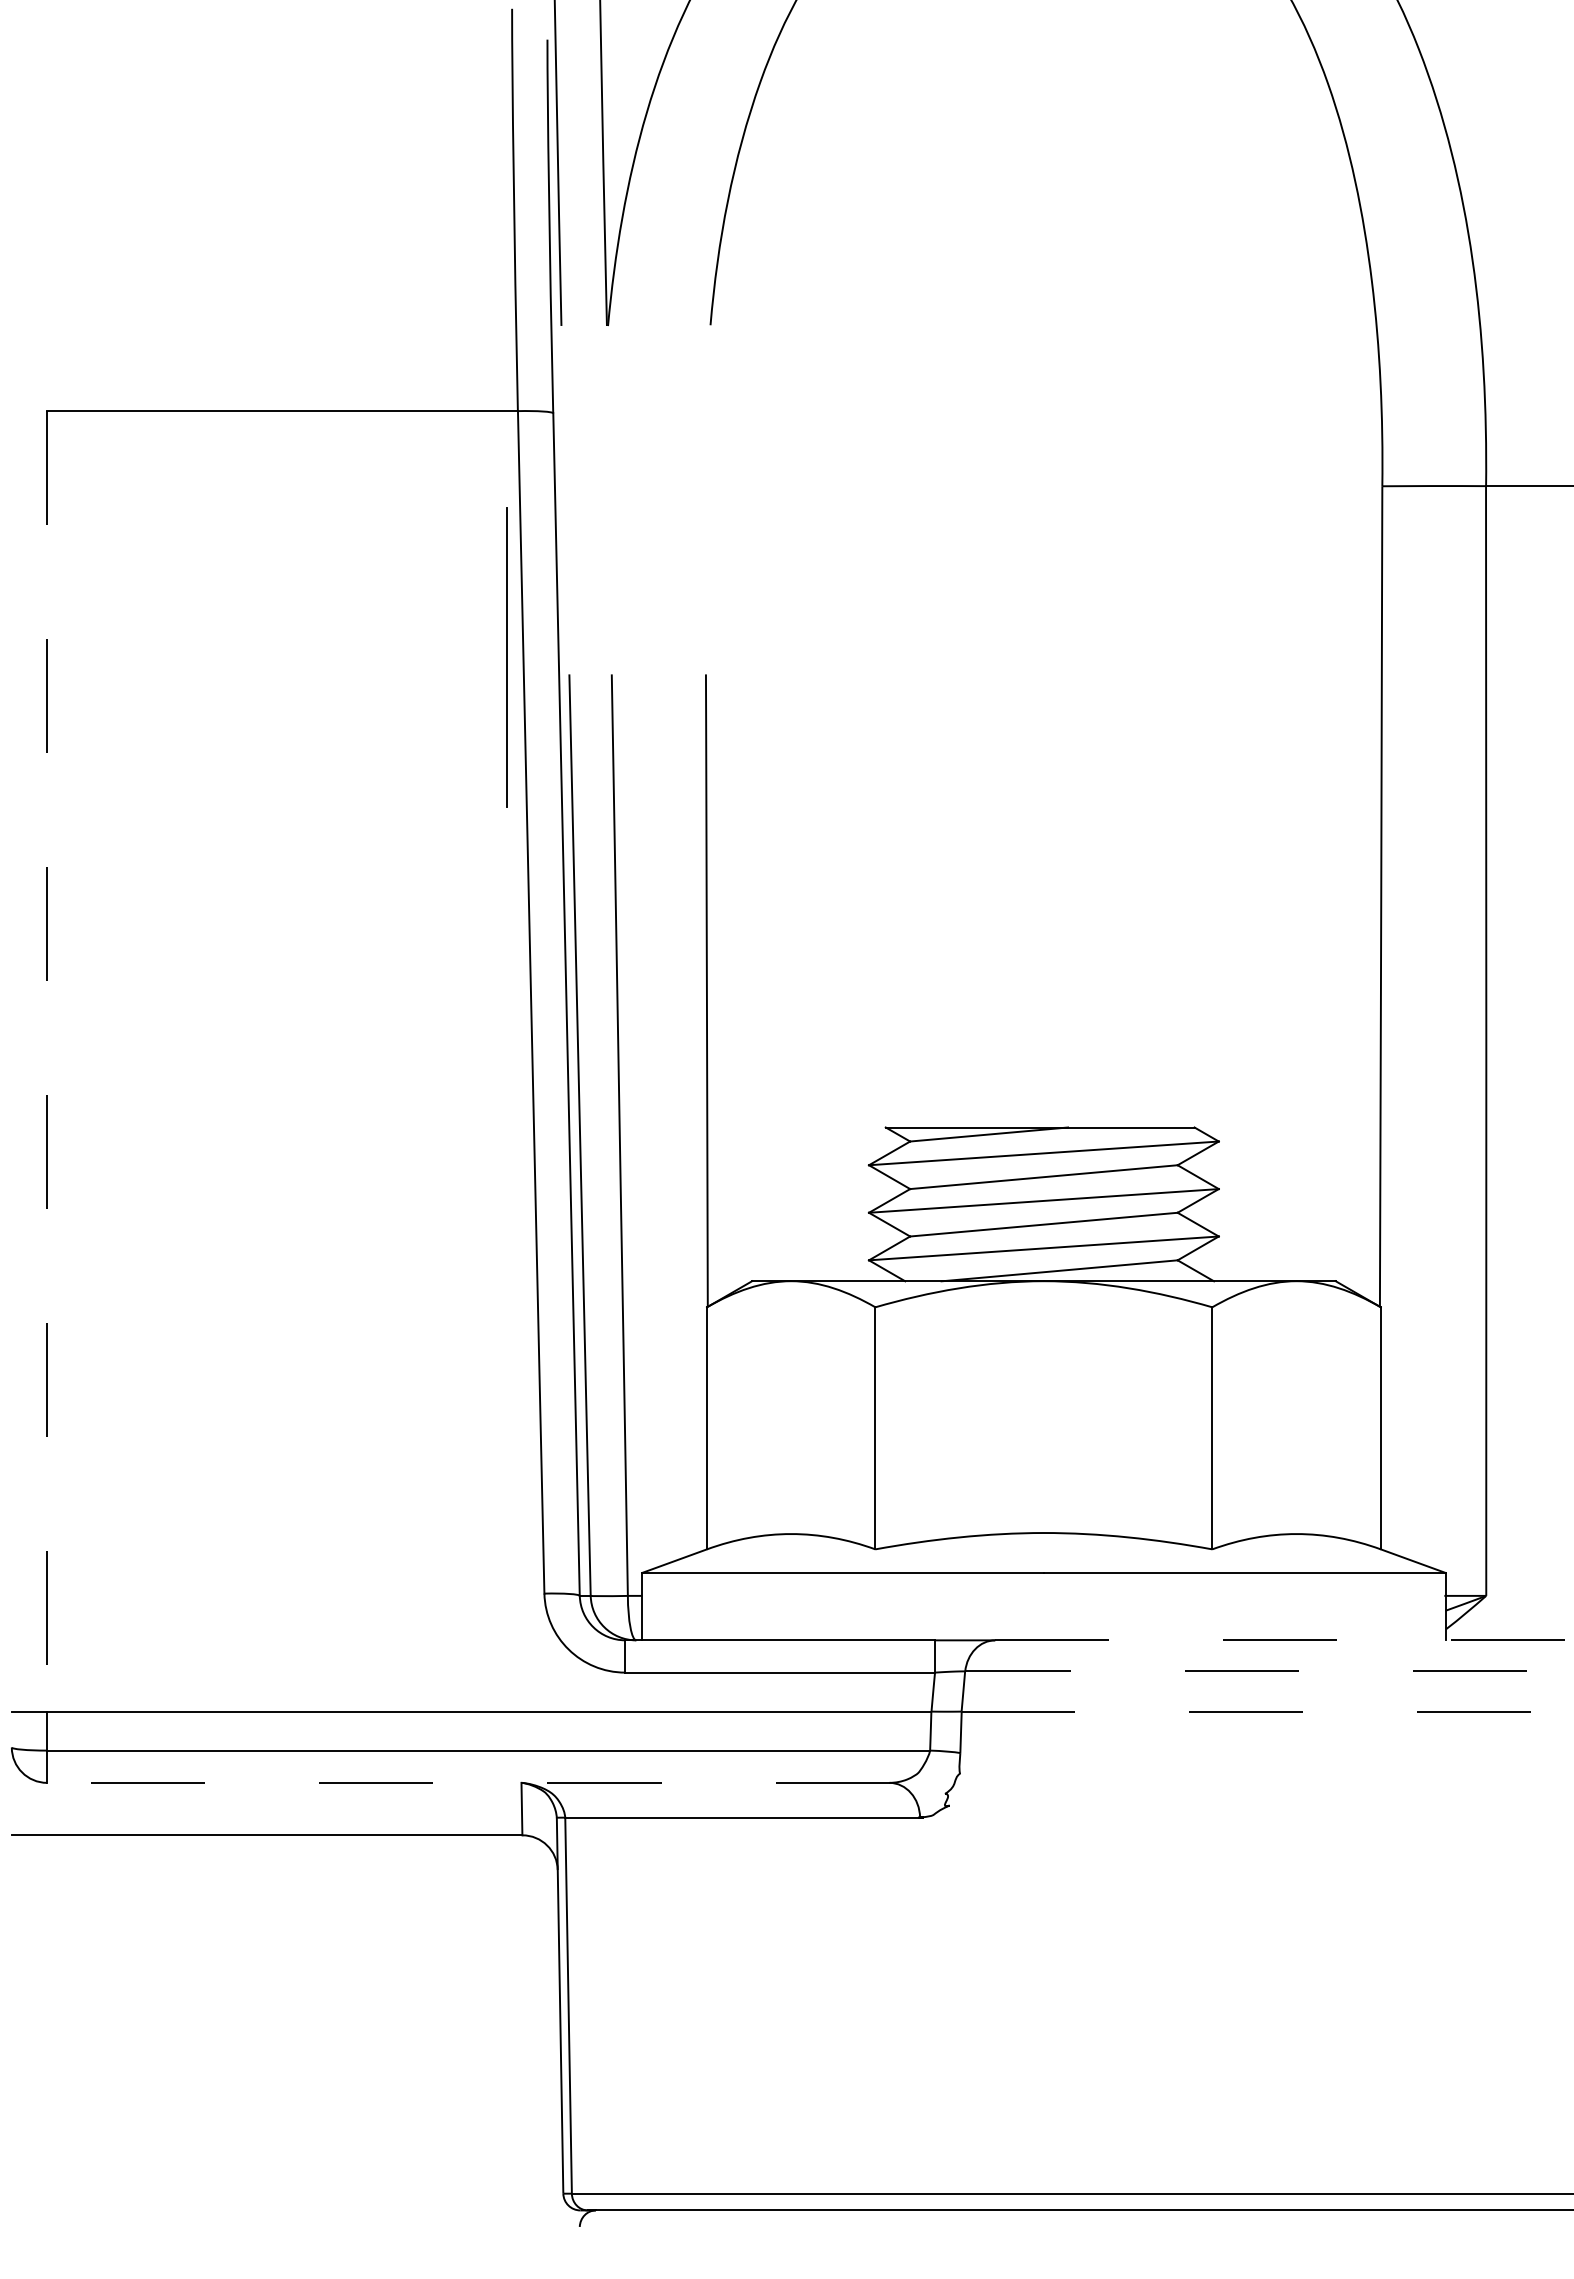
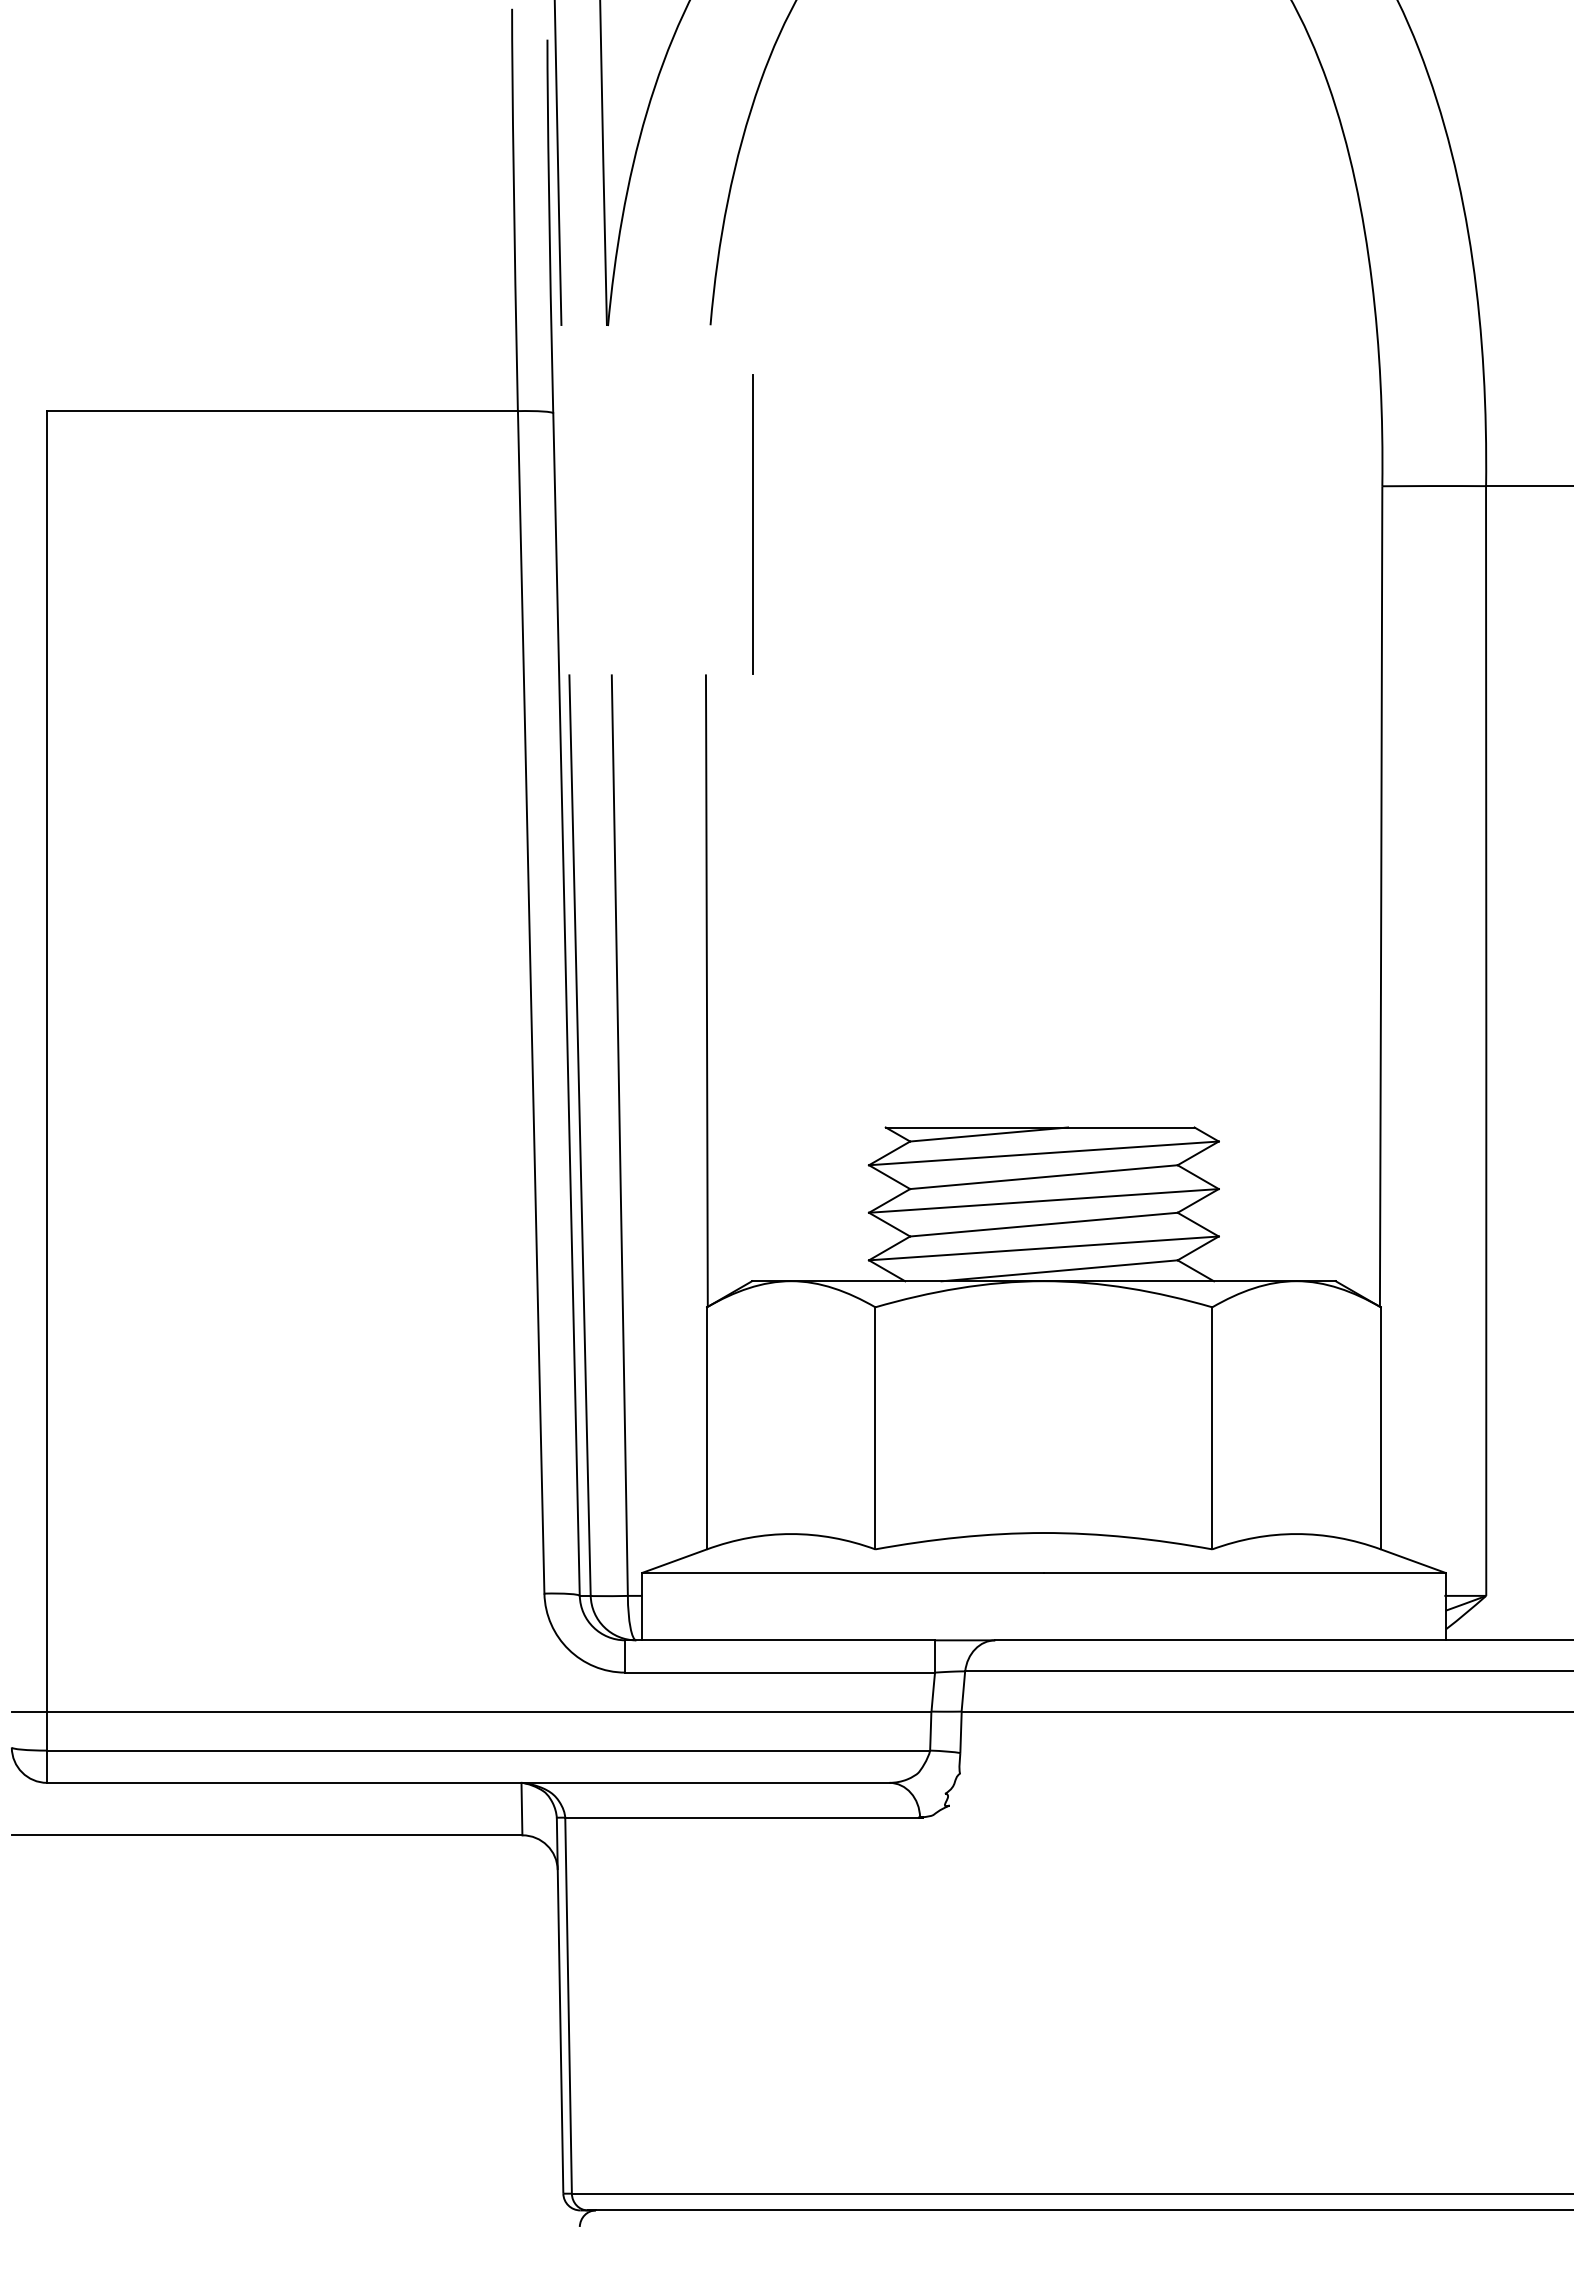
line at (506, 657) position: (506, 657) -> (752, 524)
line at (47, 1061): dashed -> solid
line at (1285, 1640): dashed -> solid
line at (1268, 1671): dashed -> solid
line at (1266, 1711): dashed -> solid
line at (467, 1782): dashed -> solid
